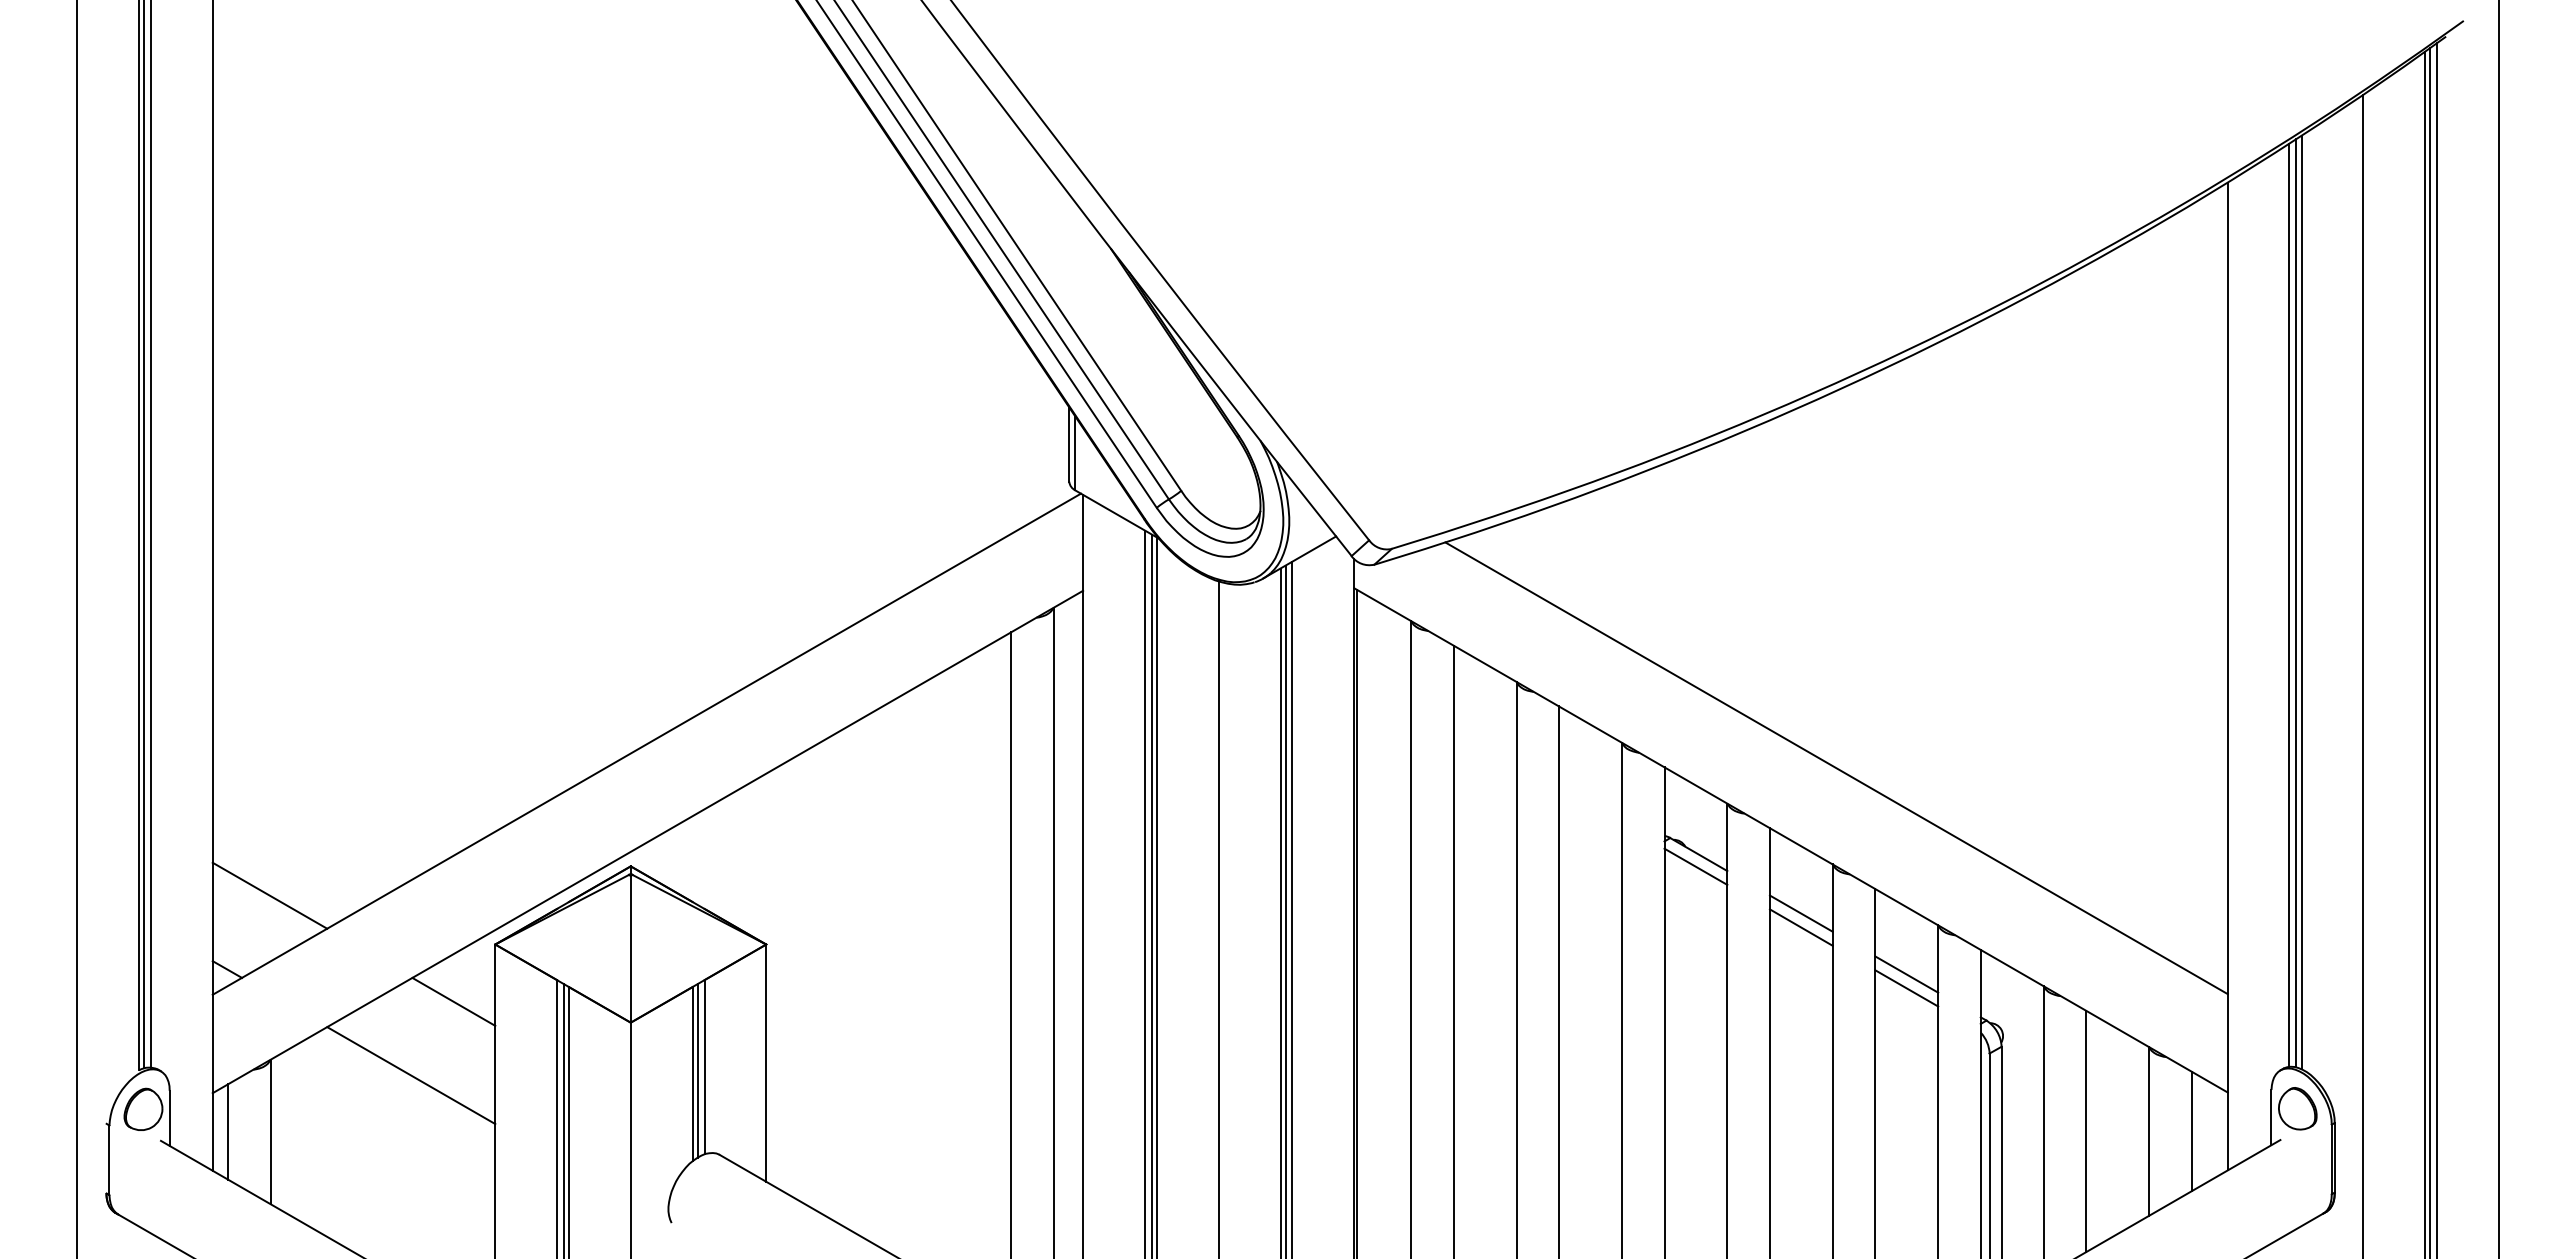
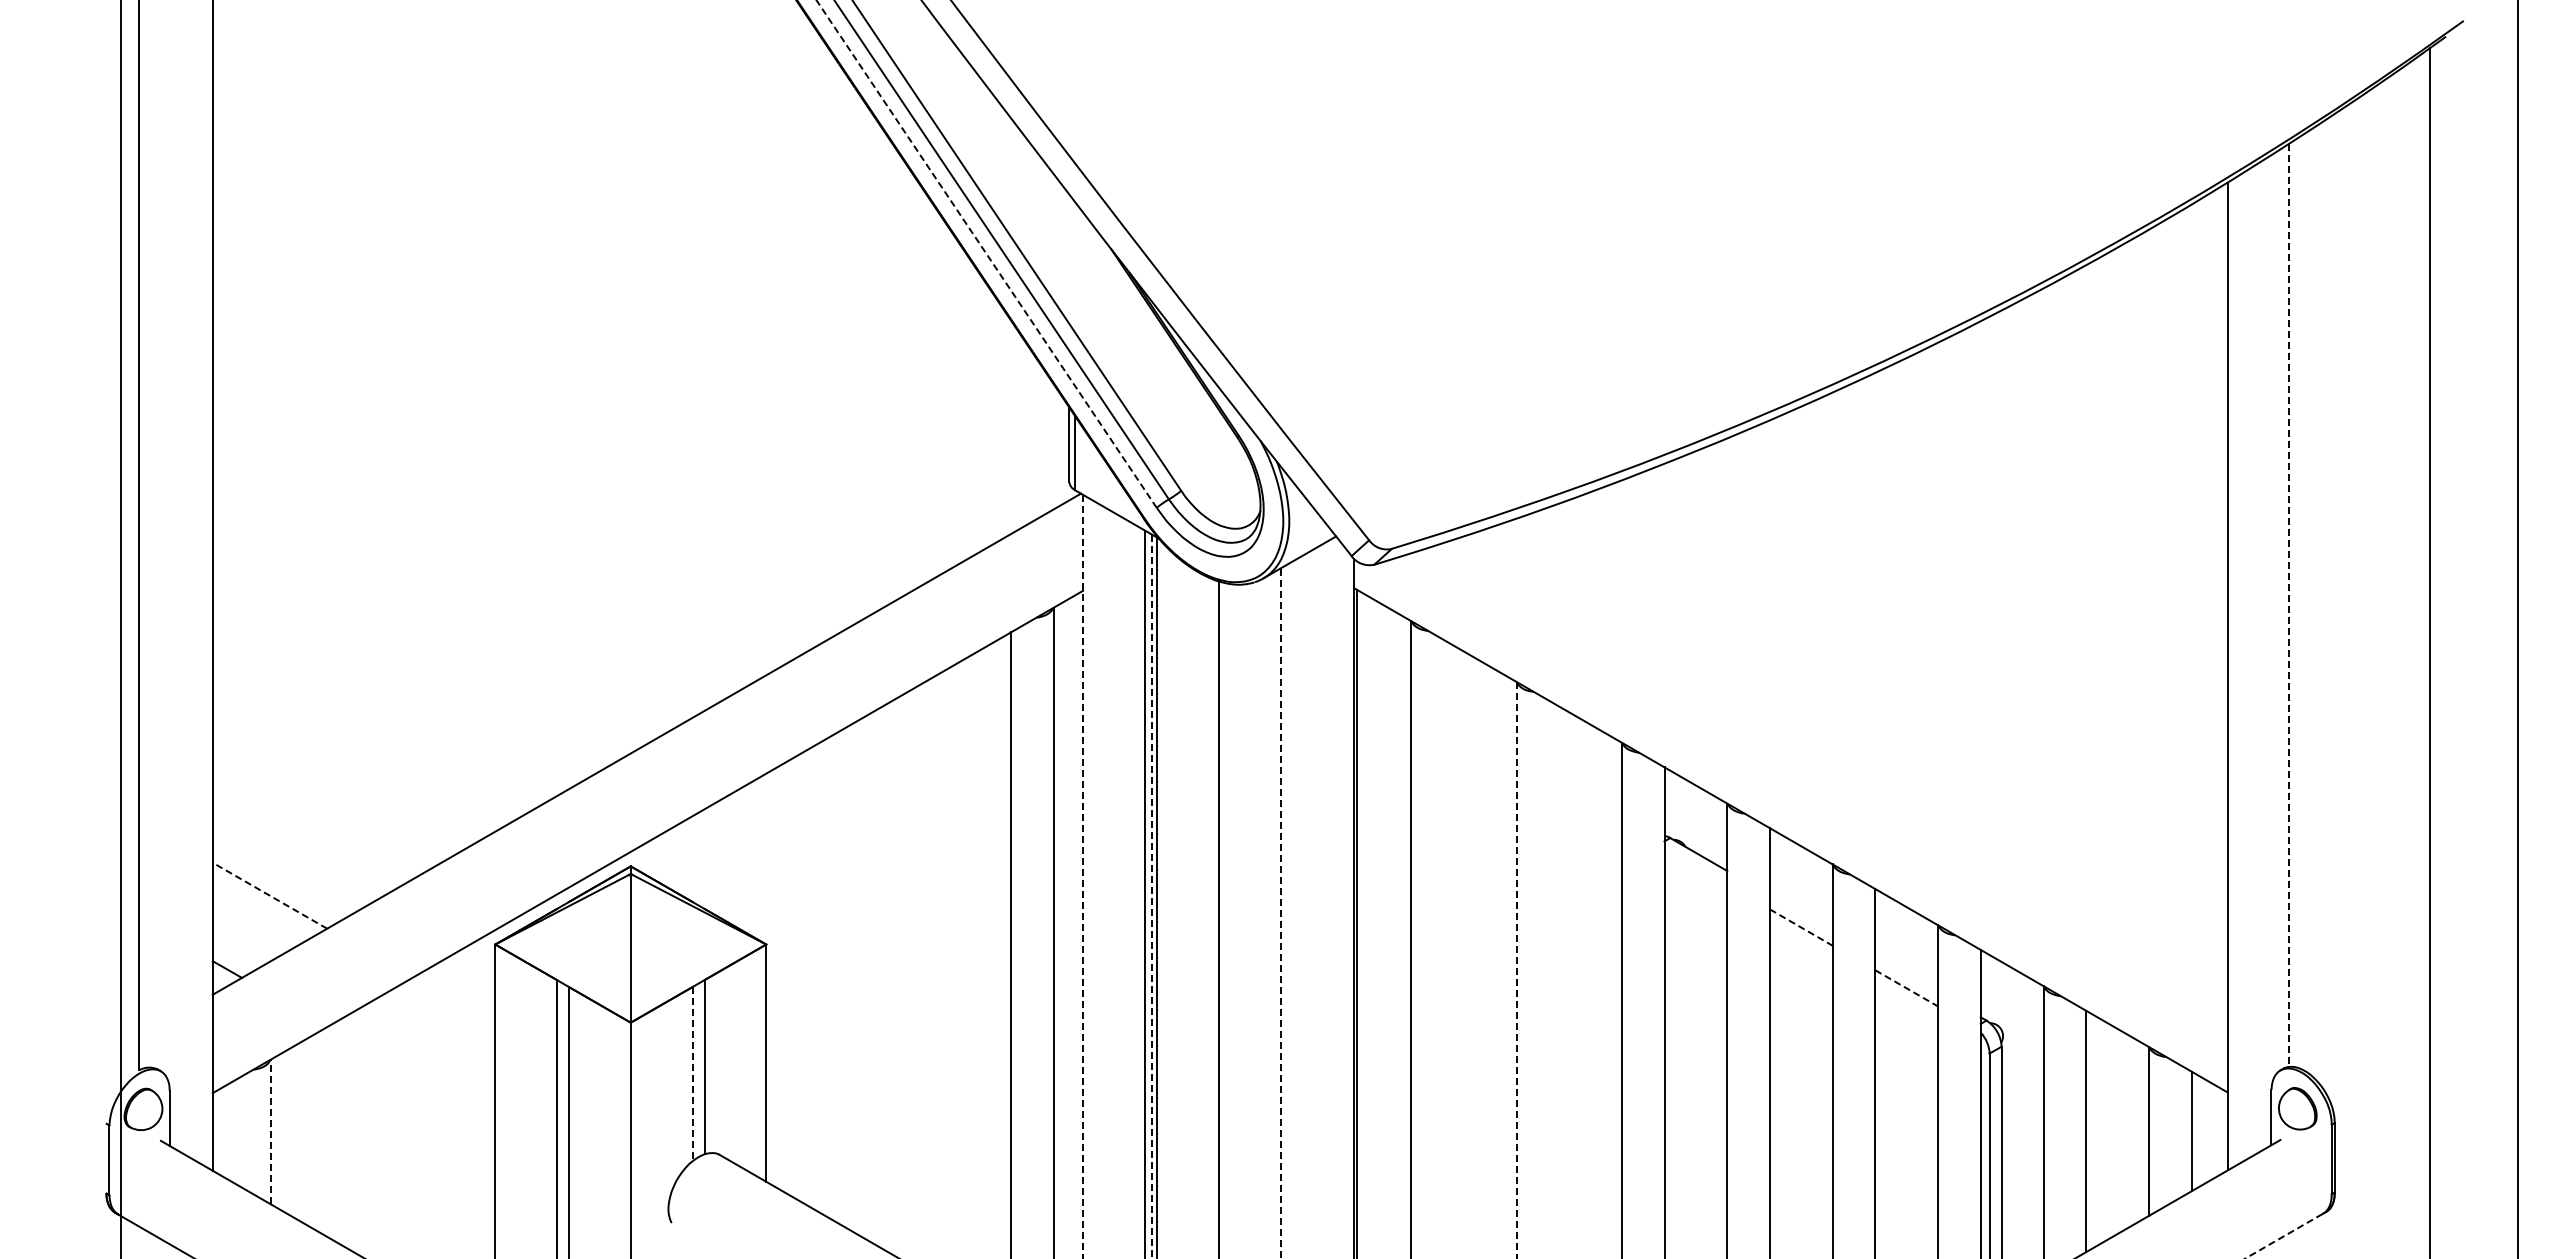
line at (986, 253): solid -> dashed
line at (150, 534): present -> none
line at (144, 535): present -> none
line at (2301, 602): present -> none
line at (2296, 603): present -> none
line at (2289, 605): solid -> dashed
line at (77, 628) position: (77, 628) -> (121, 628)
line at (2498, 628) position: (2498, 628) -> (2517, 628)
line at (2436, 649): present -> none
line at (2425, 653): present -> none
line at (2363, 674): present -> none
line at (1836, 768): present -> none
line at (1695, 866): present -> none
line at (1083, 876): solid -> dashed
line at (269, 895): solid -> dashed
line at (1151, 896): solid -> dashed
line at (1292, 908): present -> none
line at (1285, 910): present -> none
line at (1280, 913): solid -> dashed
line at (1800, 913): present -> none
line at (1801, 927): solid -> dashed
line at (1453, 950): present -> none
line at (1516, 970): solid -> dashed
line at (1906, 974): present -> none
line at (1559, 980): present -> none
line at (1907, 988): solid -> dashed
line at (453, 1001): present -> none
line at (697, 1070): present -> none
line at (692, 1074): solid -> dashed
line at (411, 1075): present -> none
line at (563, 1119): present -> none
line at (228, 1131): present -> none
line at (270, 1131): solid -> dashed
line at (2285, 1235): solid -> dashed
